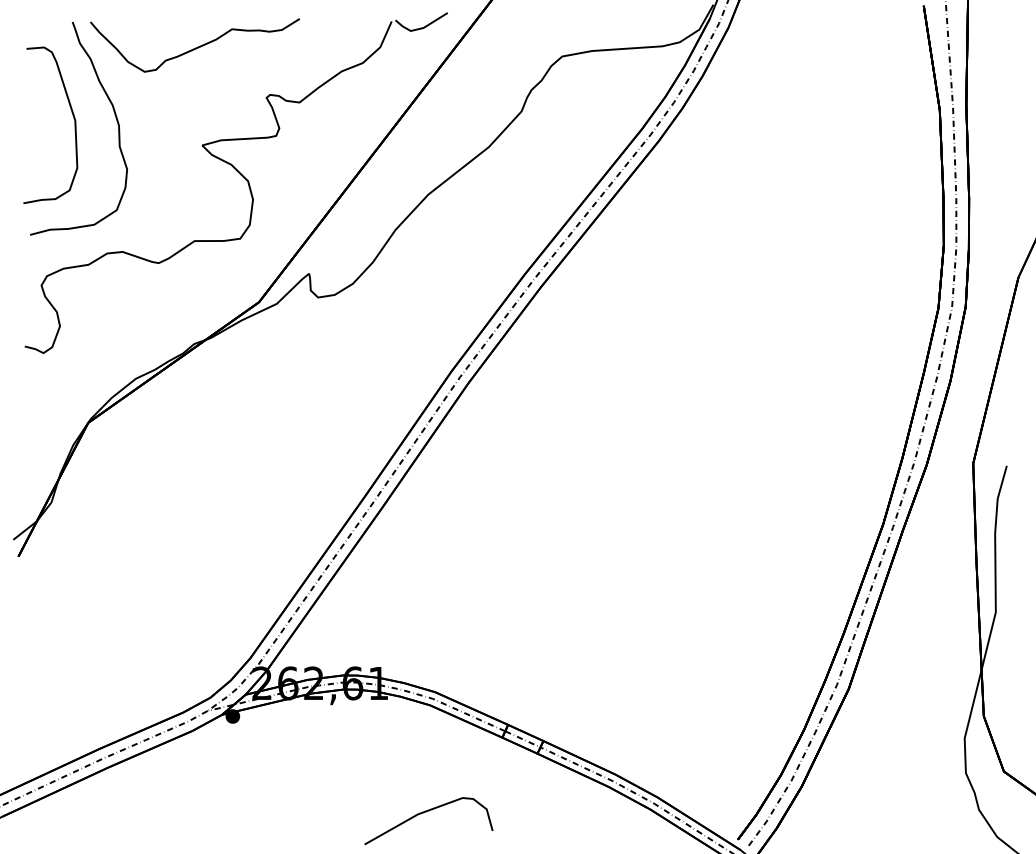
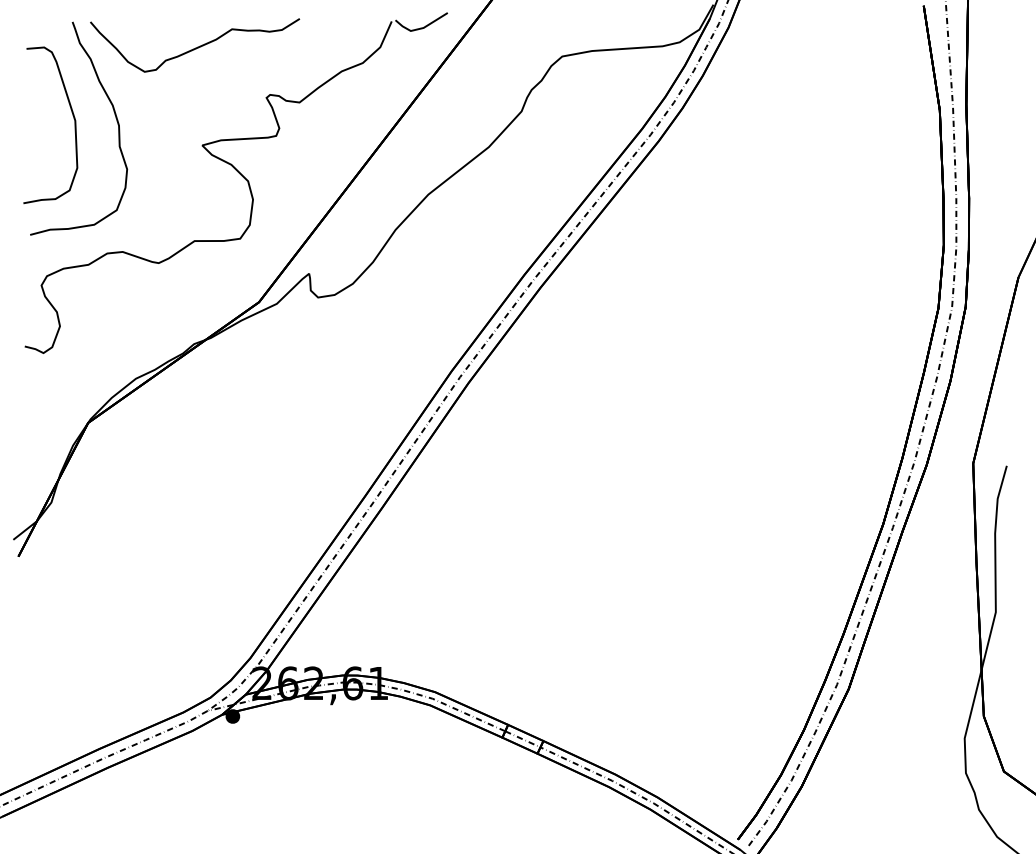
curve at (426, 812): present -> none
